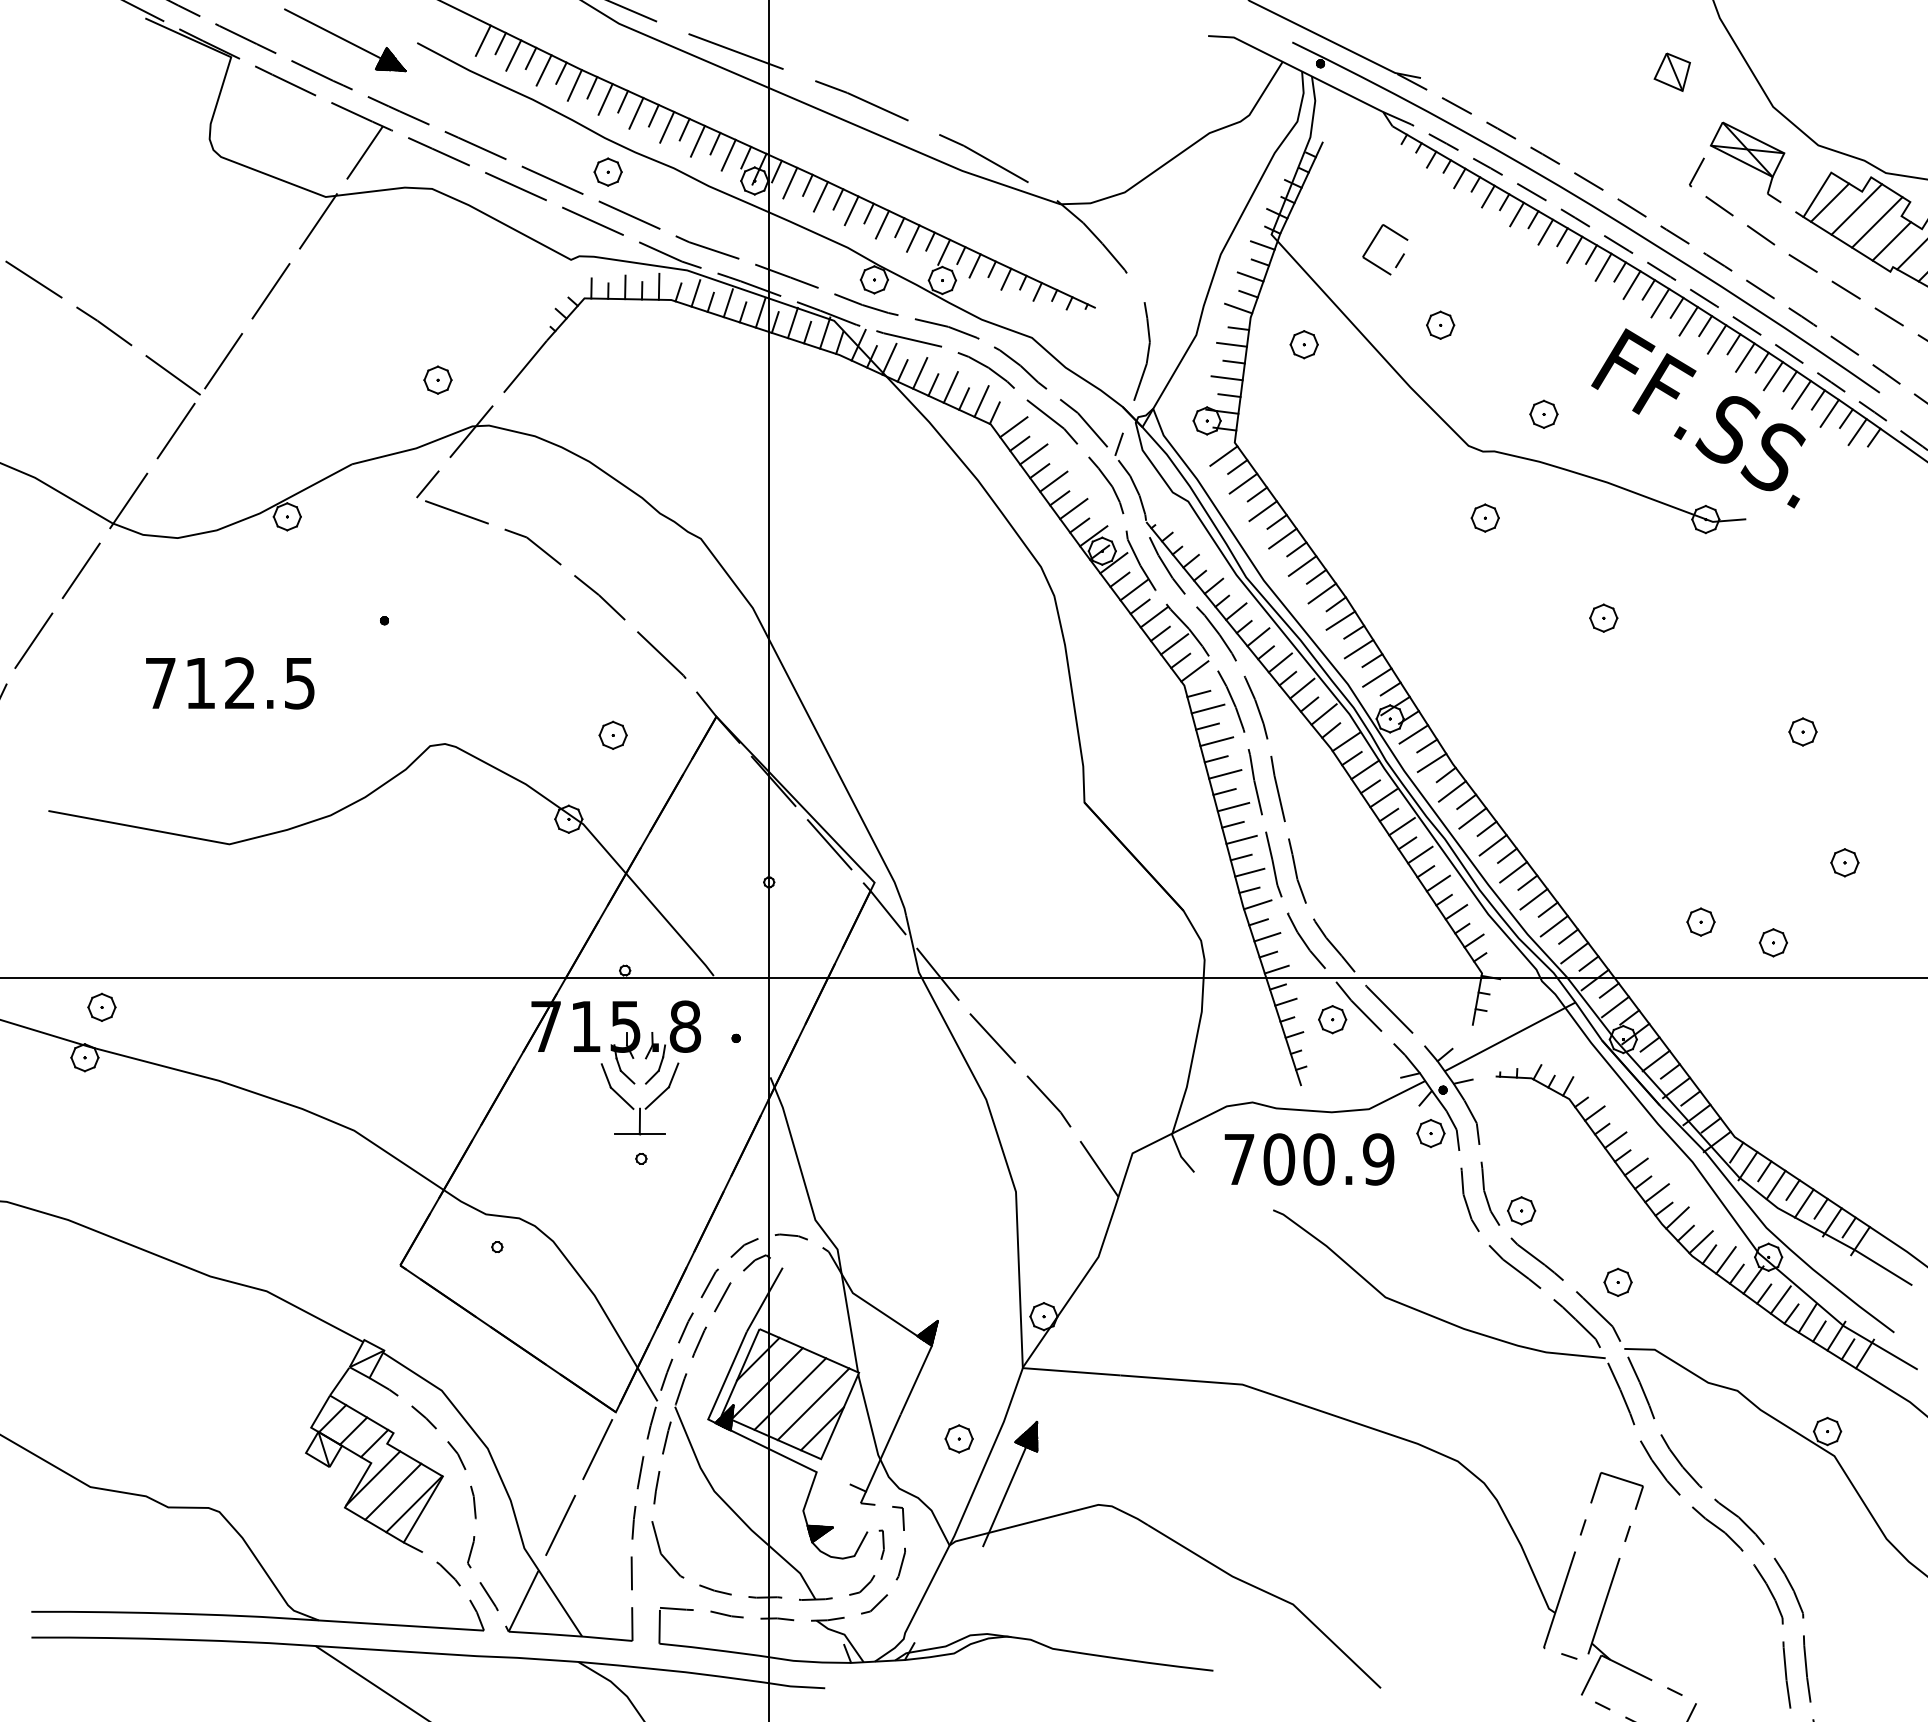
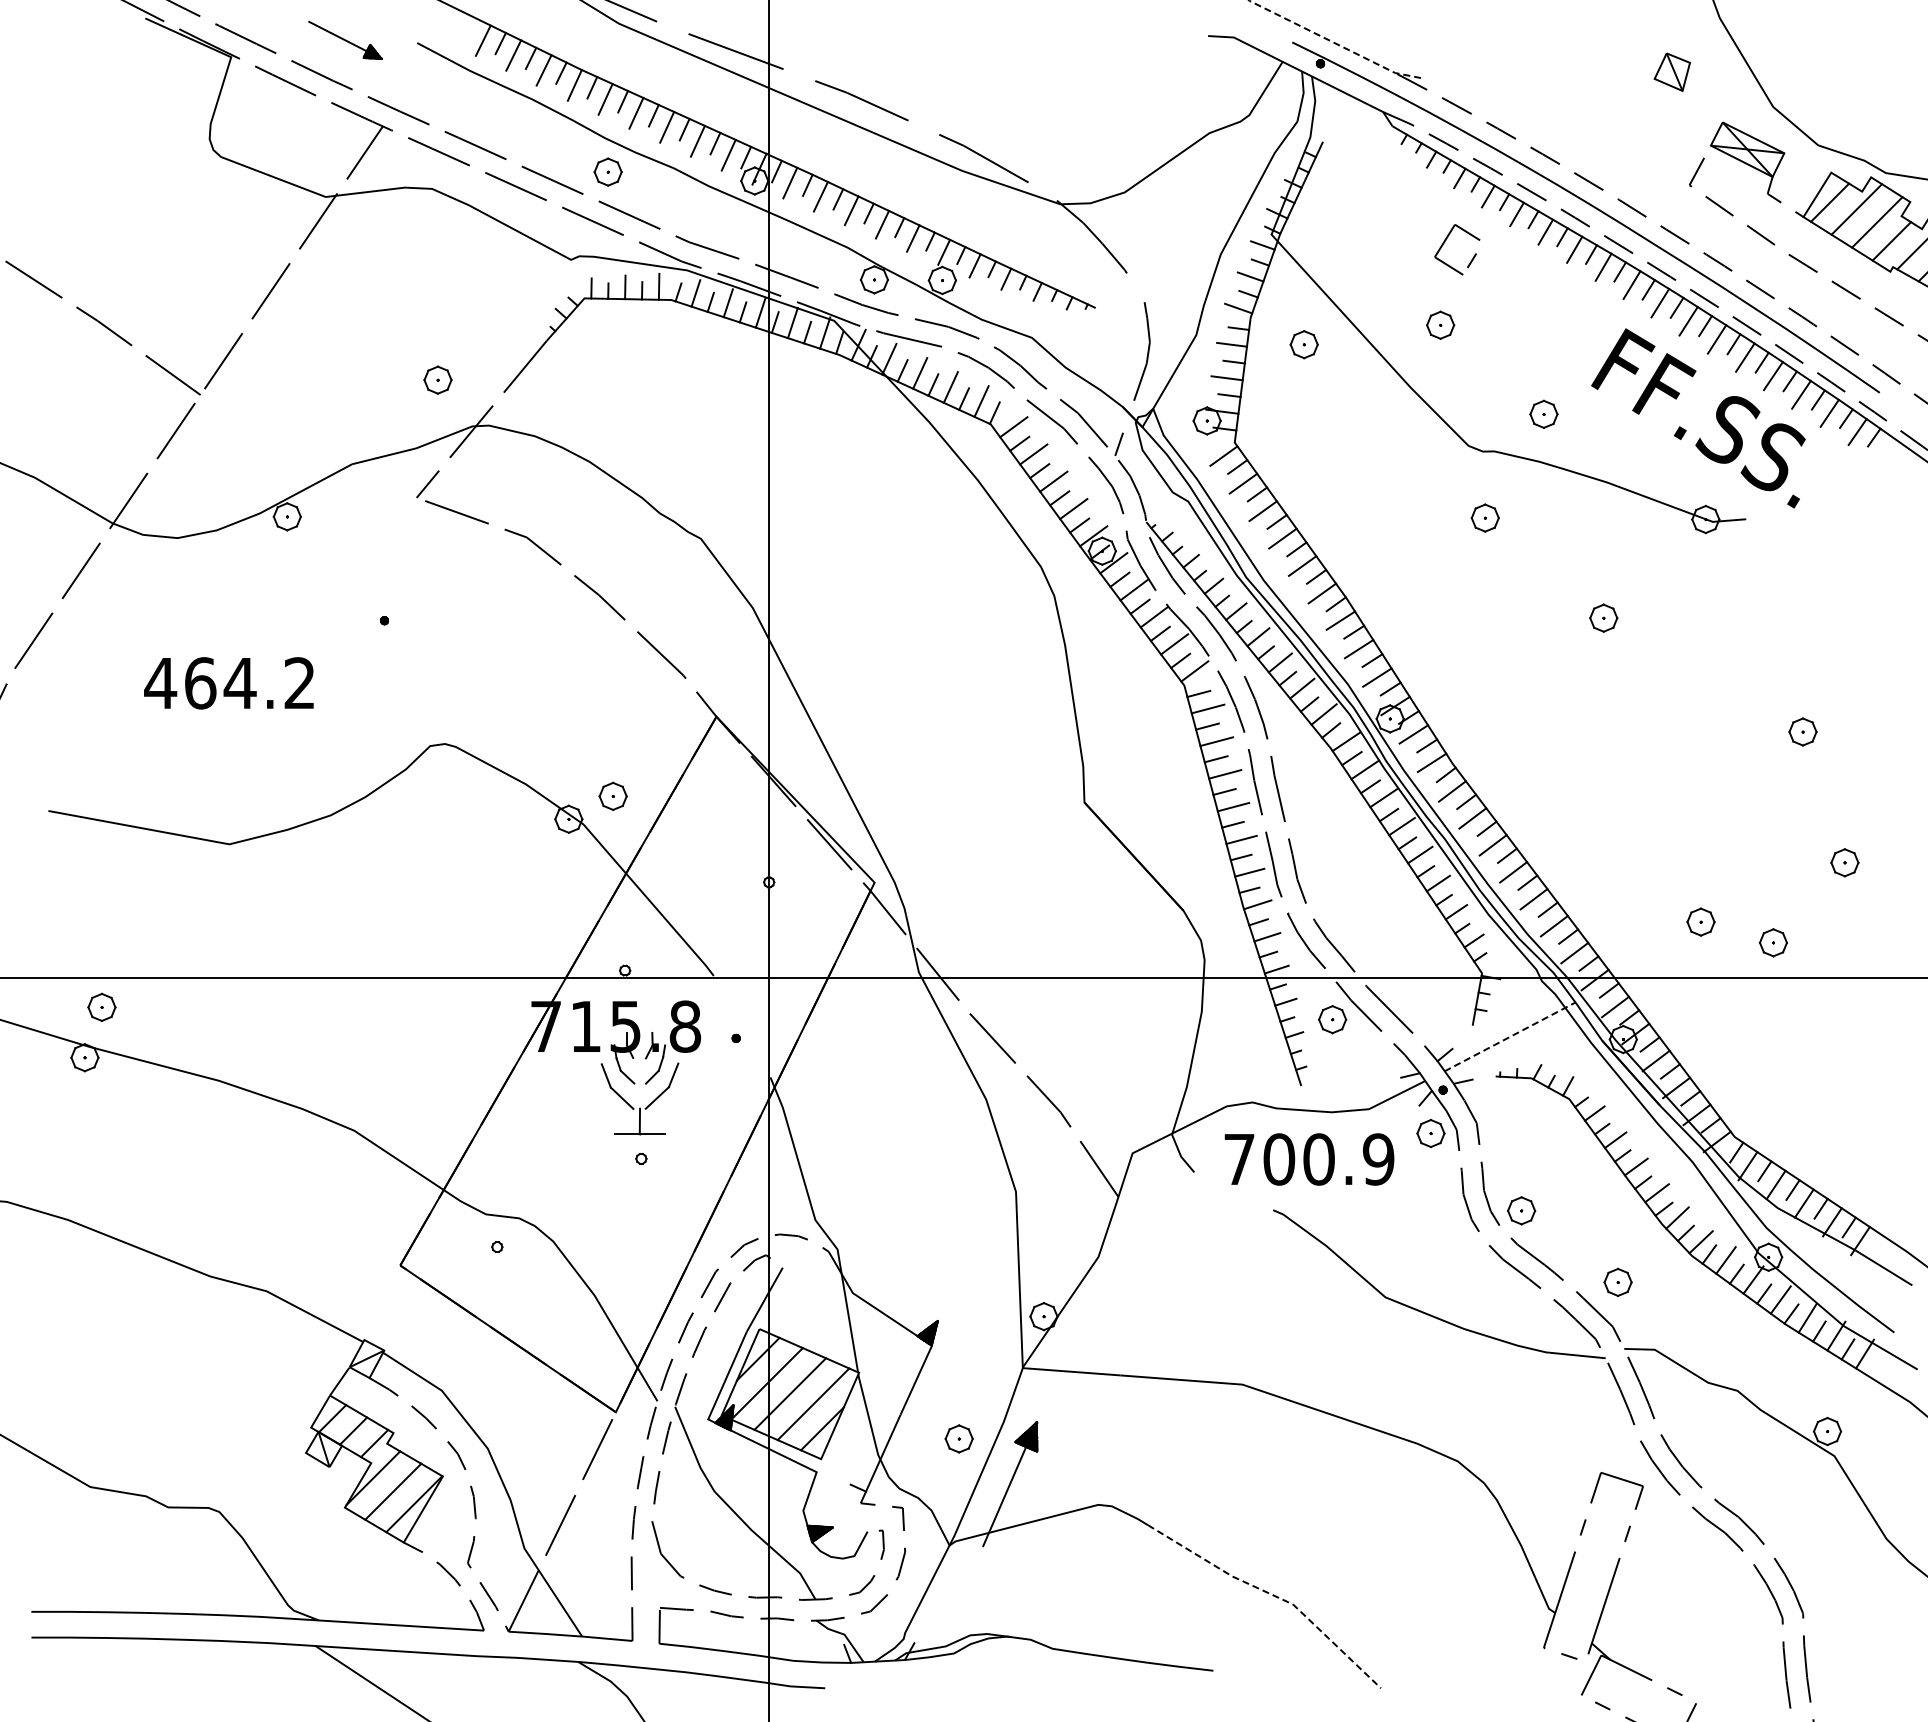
part at (345, 40) size: 123x65 px -> 75x39 px
line at (1333, 42): solid -> dashed
part at (1373, 242) position: (1373, 242) -> (1445, 242)
text at (229, 683): 712.5 -> 464.2
part at (612, 734) position: (612, 734) -> (612, 795)
line at (1510, 1036): solid -> dashed
line at (1273, 1595): solid -> dashed
